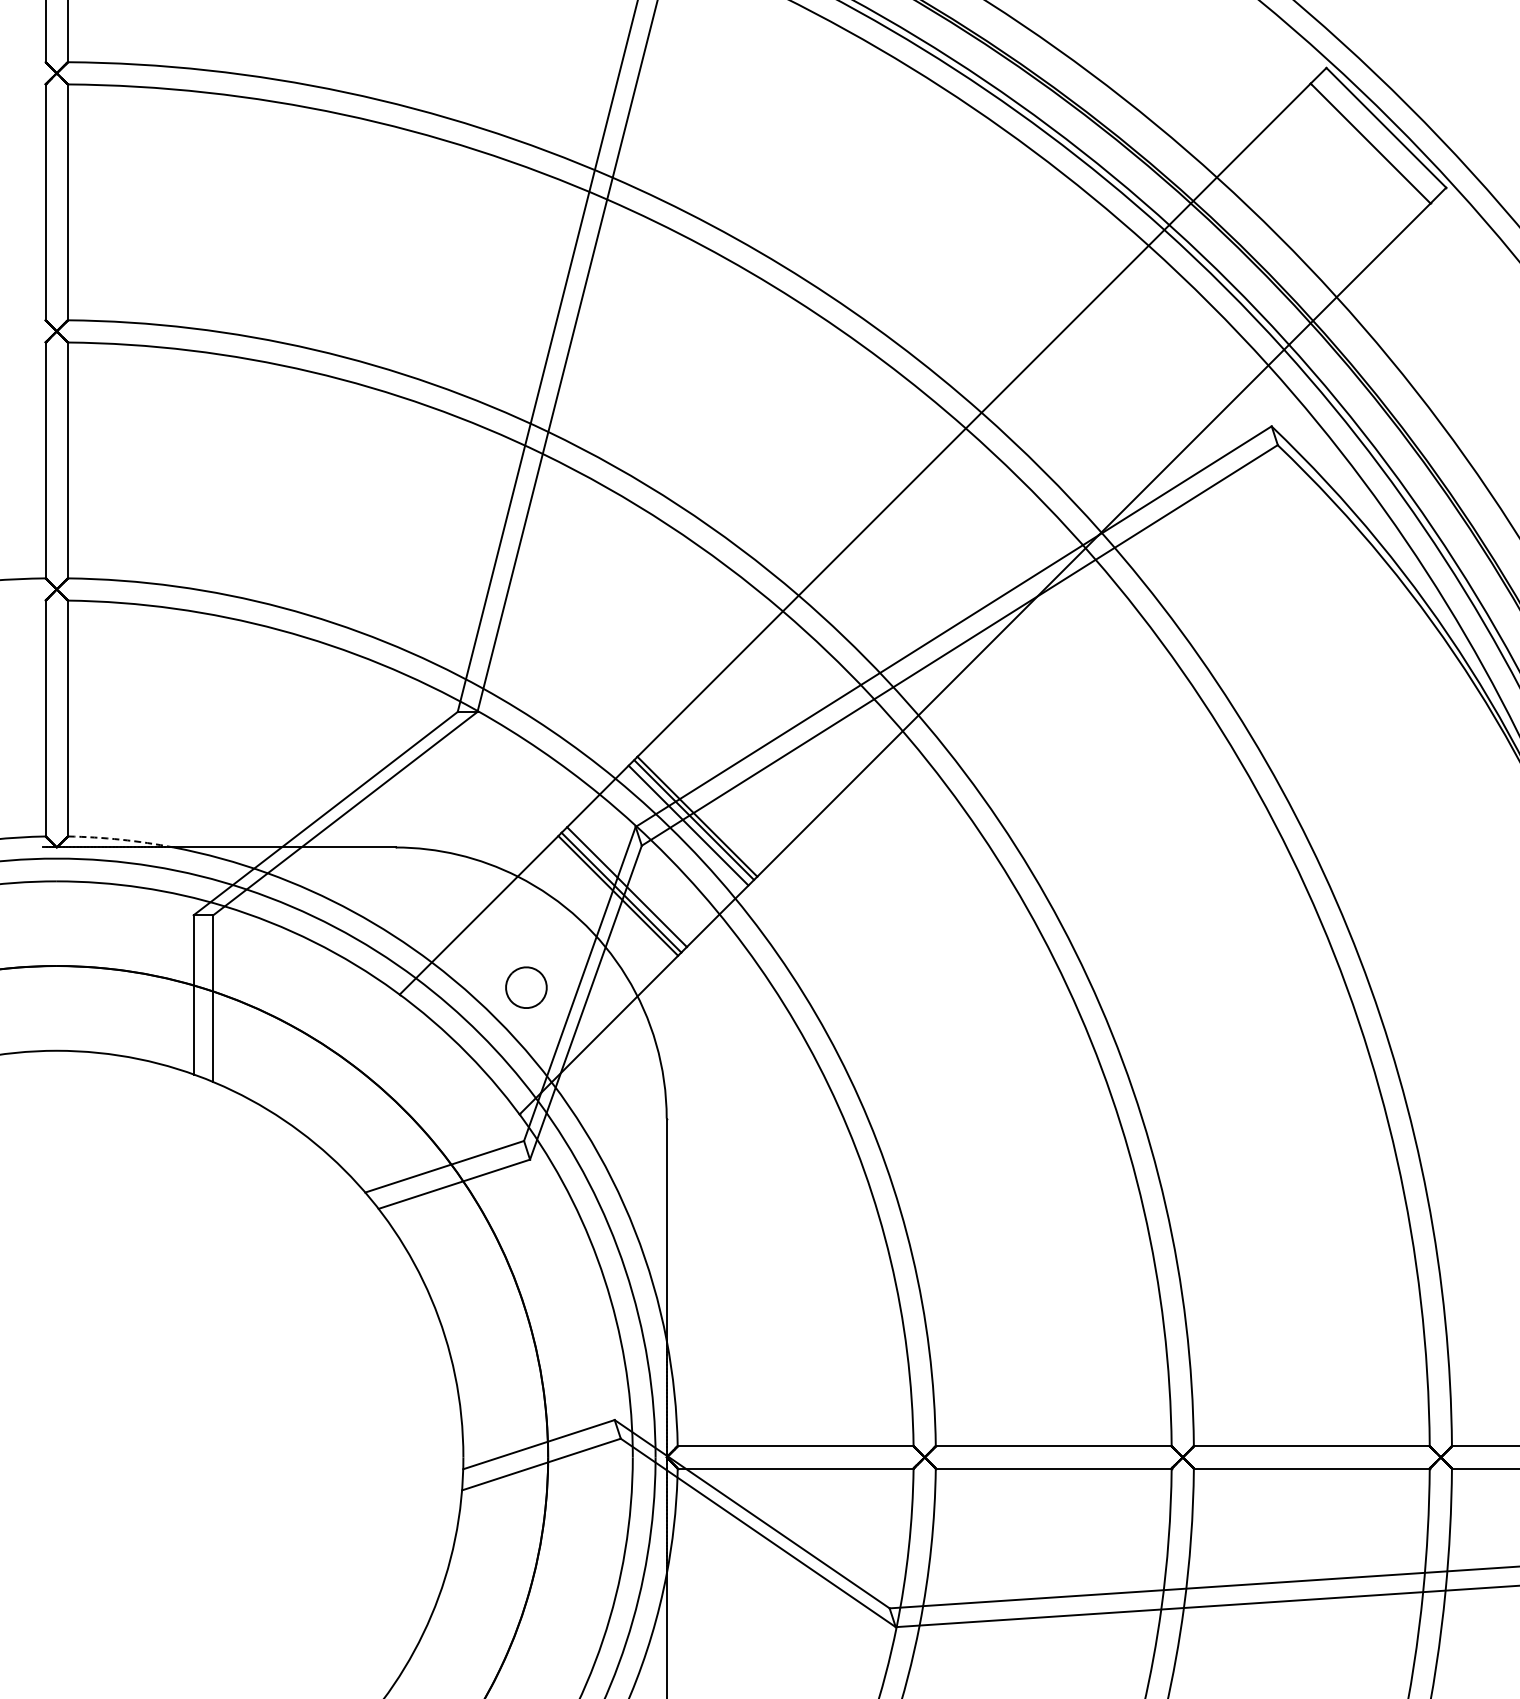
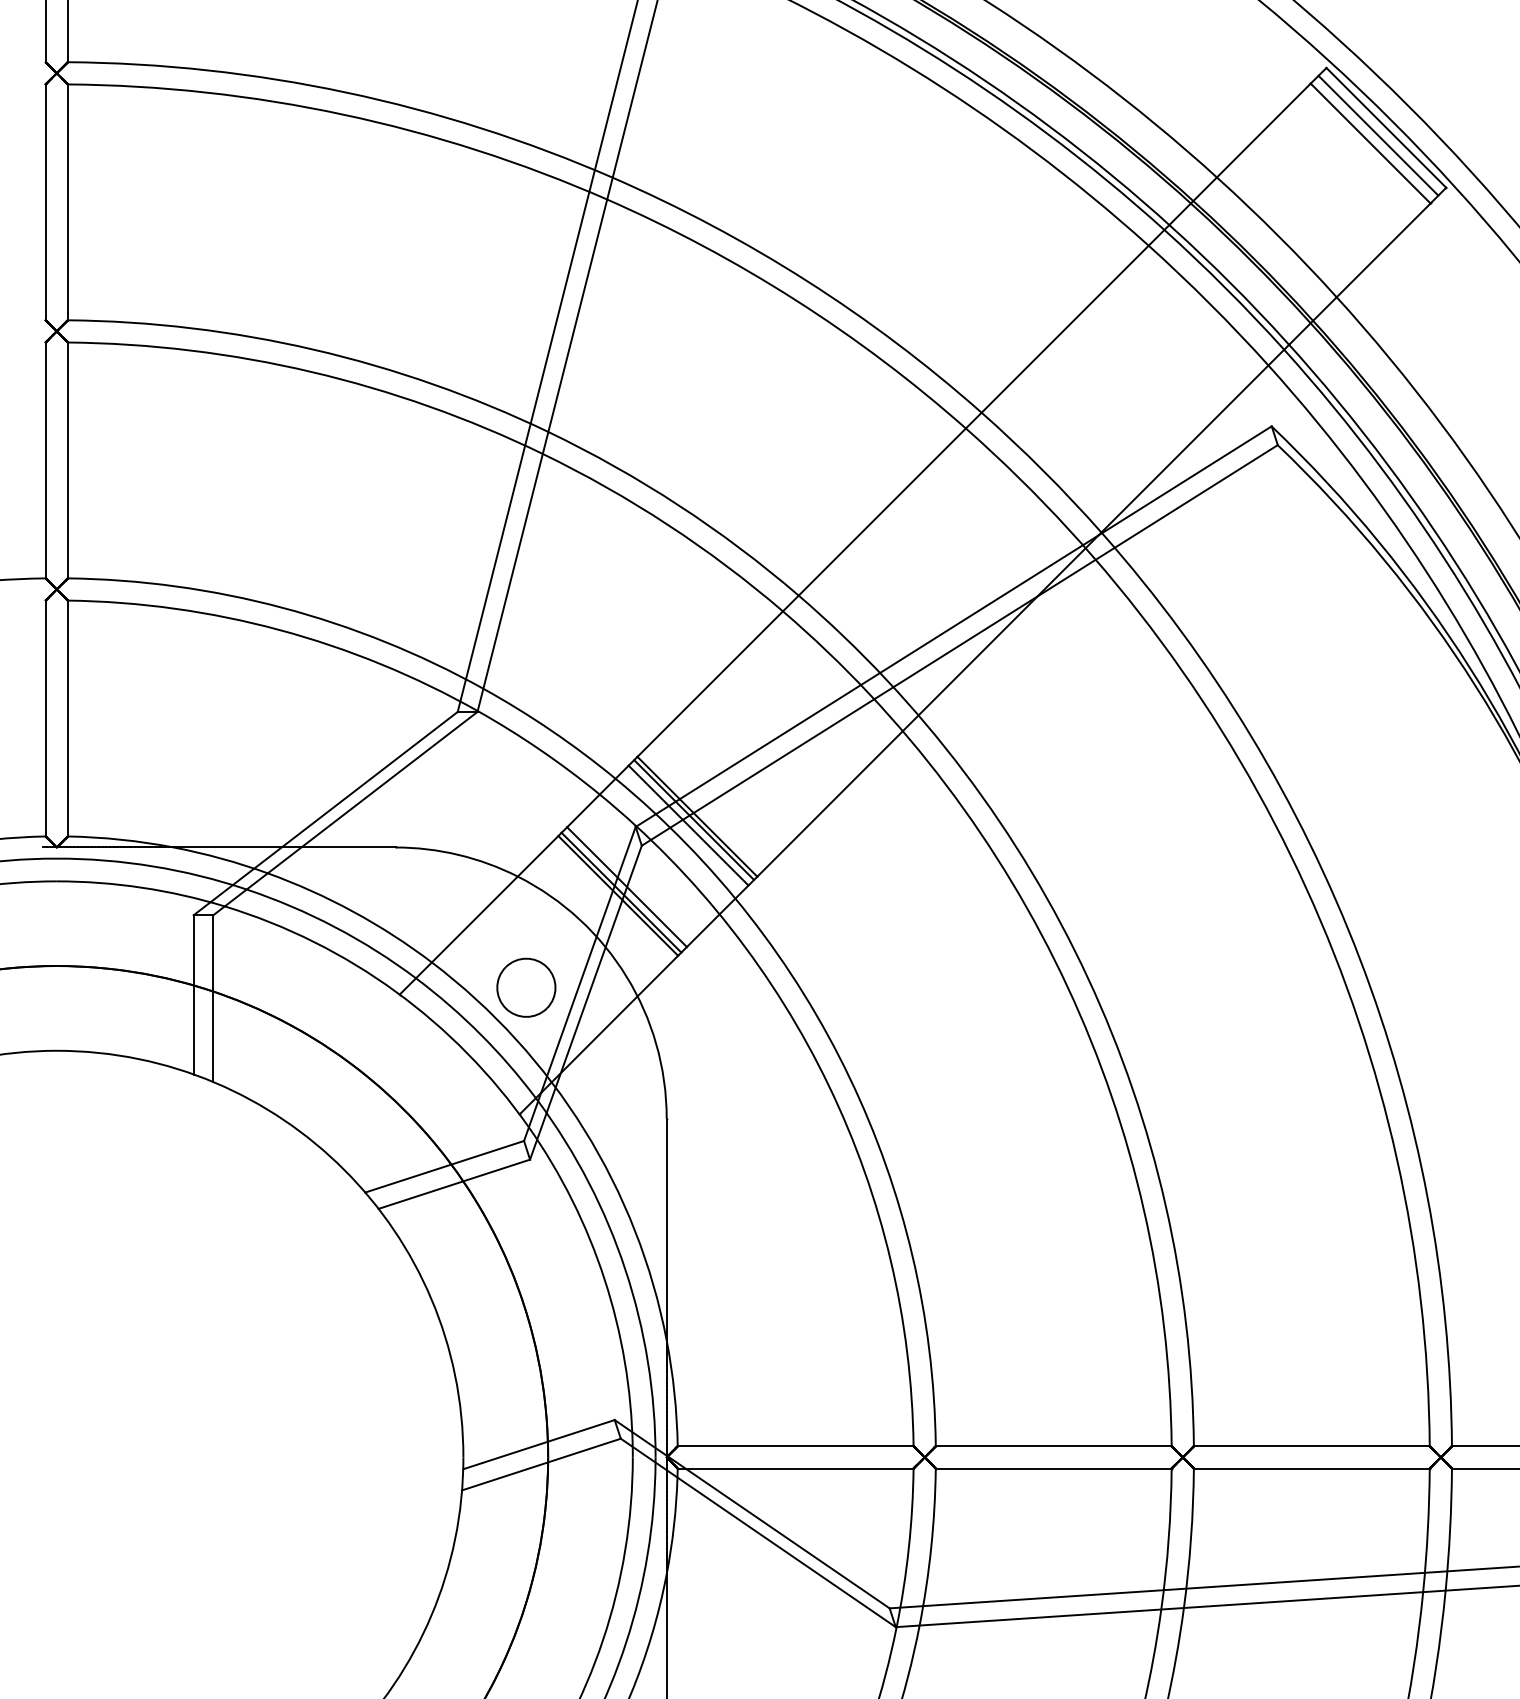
line at (1378, 135): none -> present
arc at (121, 839): dashed -> solid
part at (526, 987) size: 43x43 px -> 61x61 px
